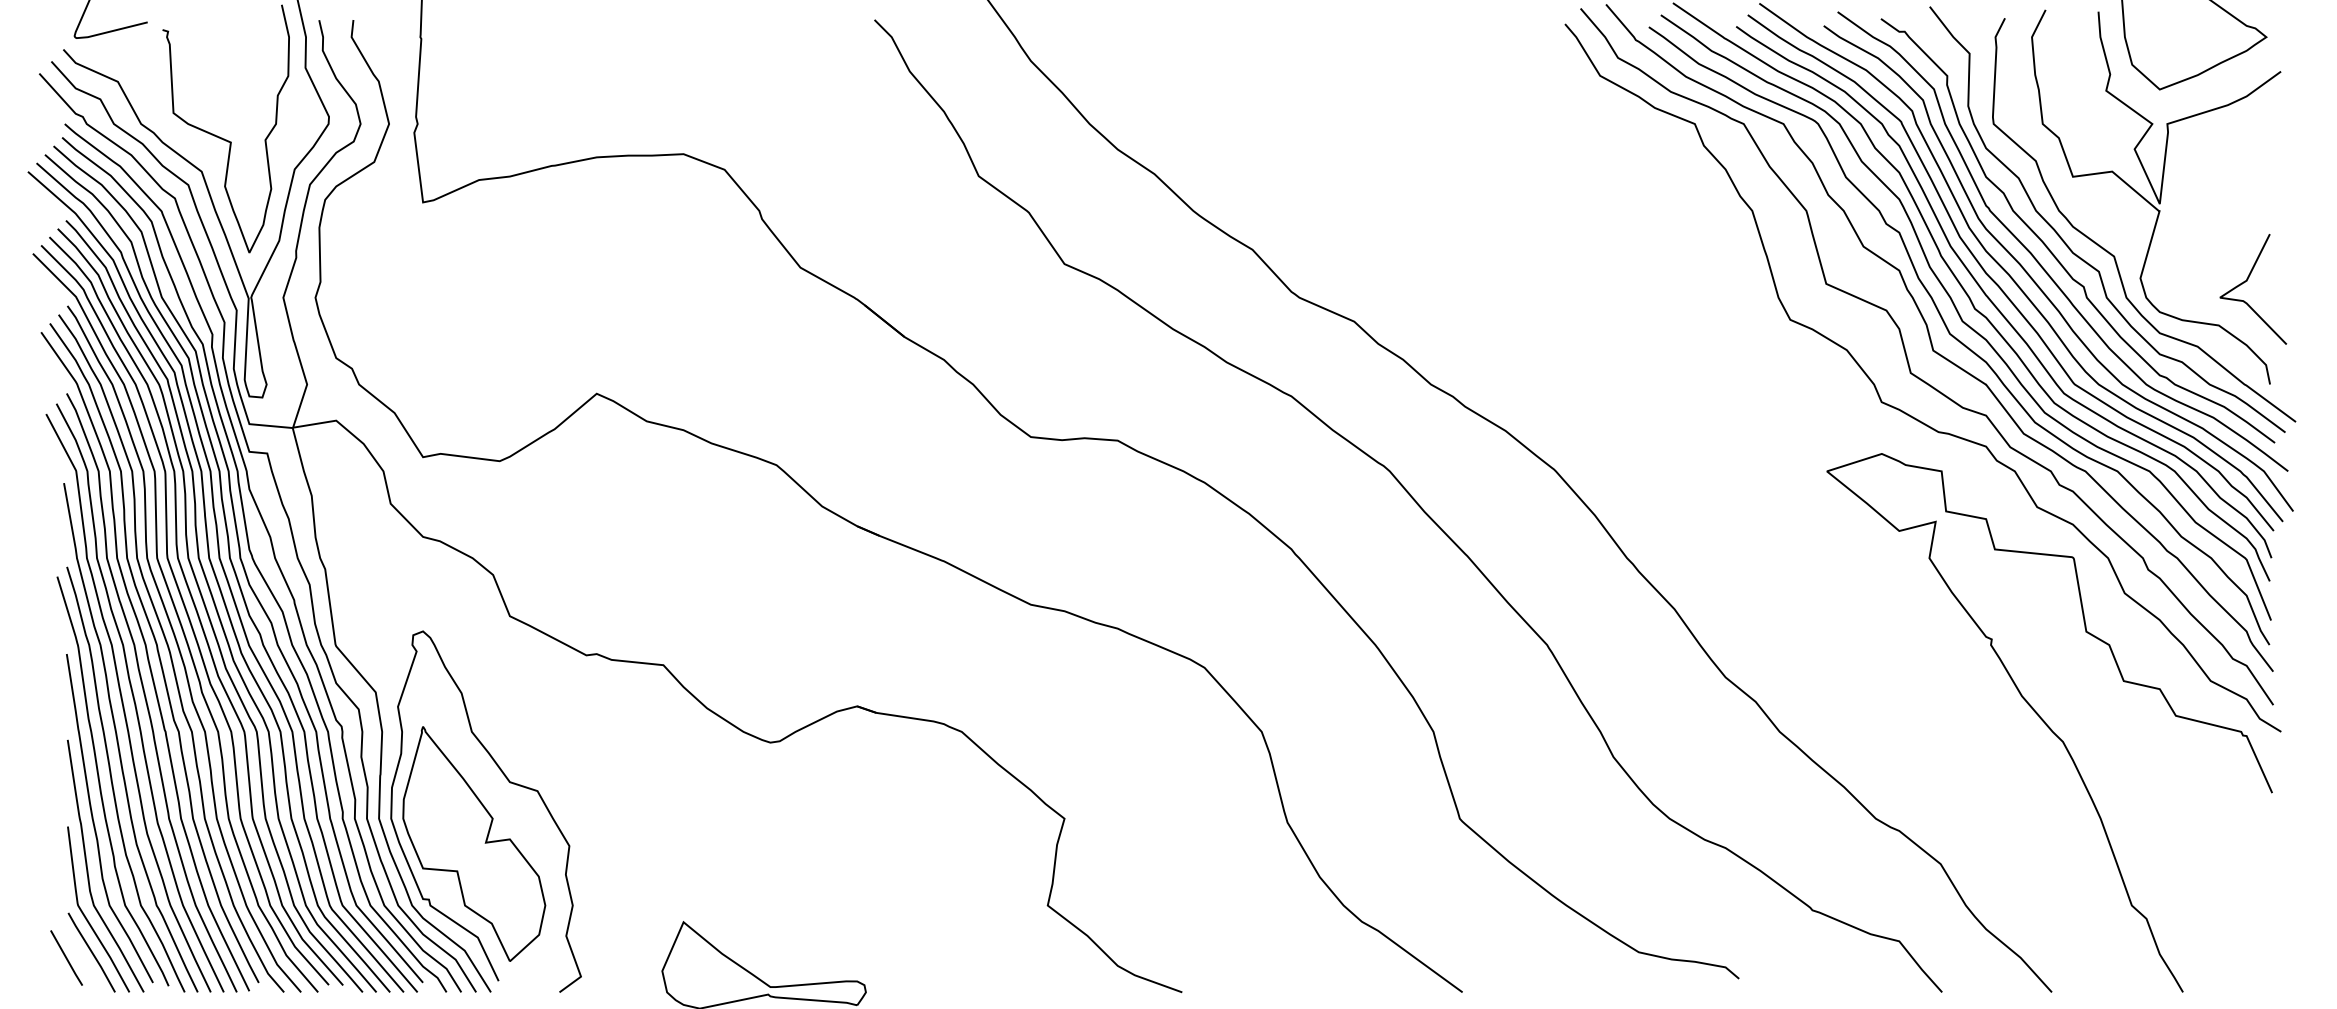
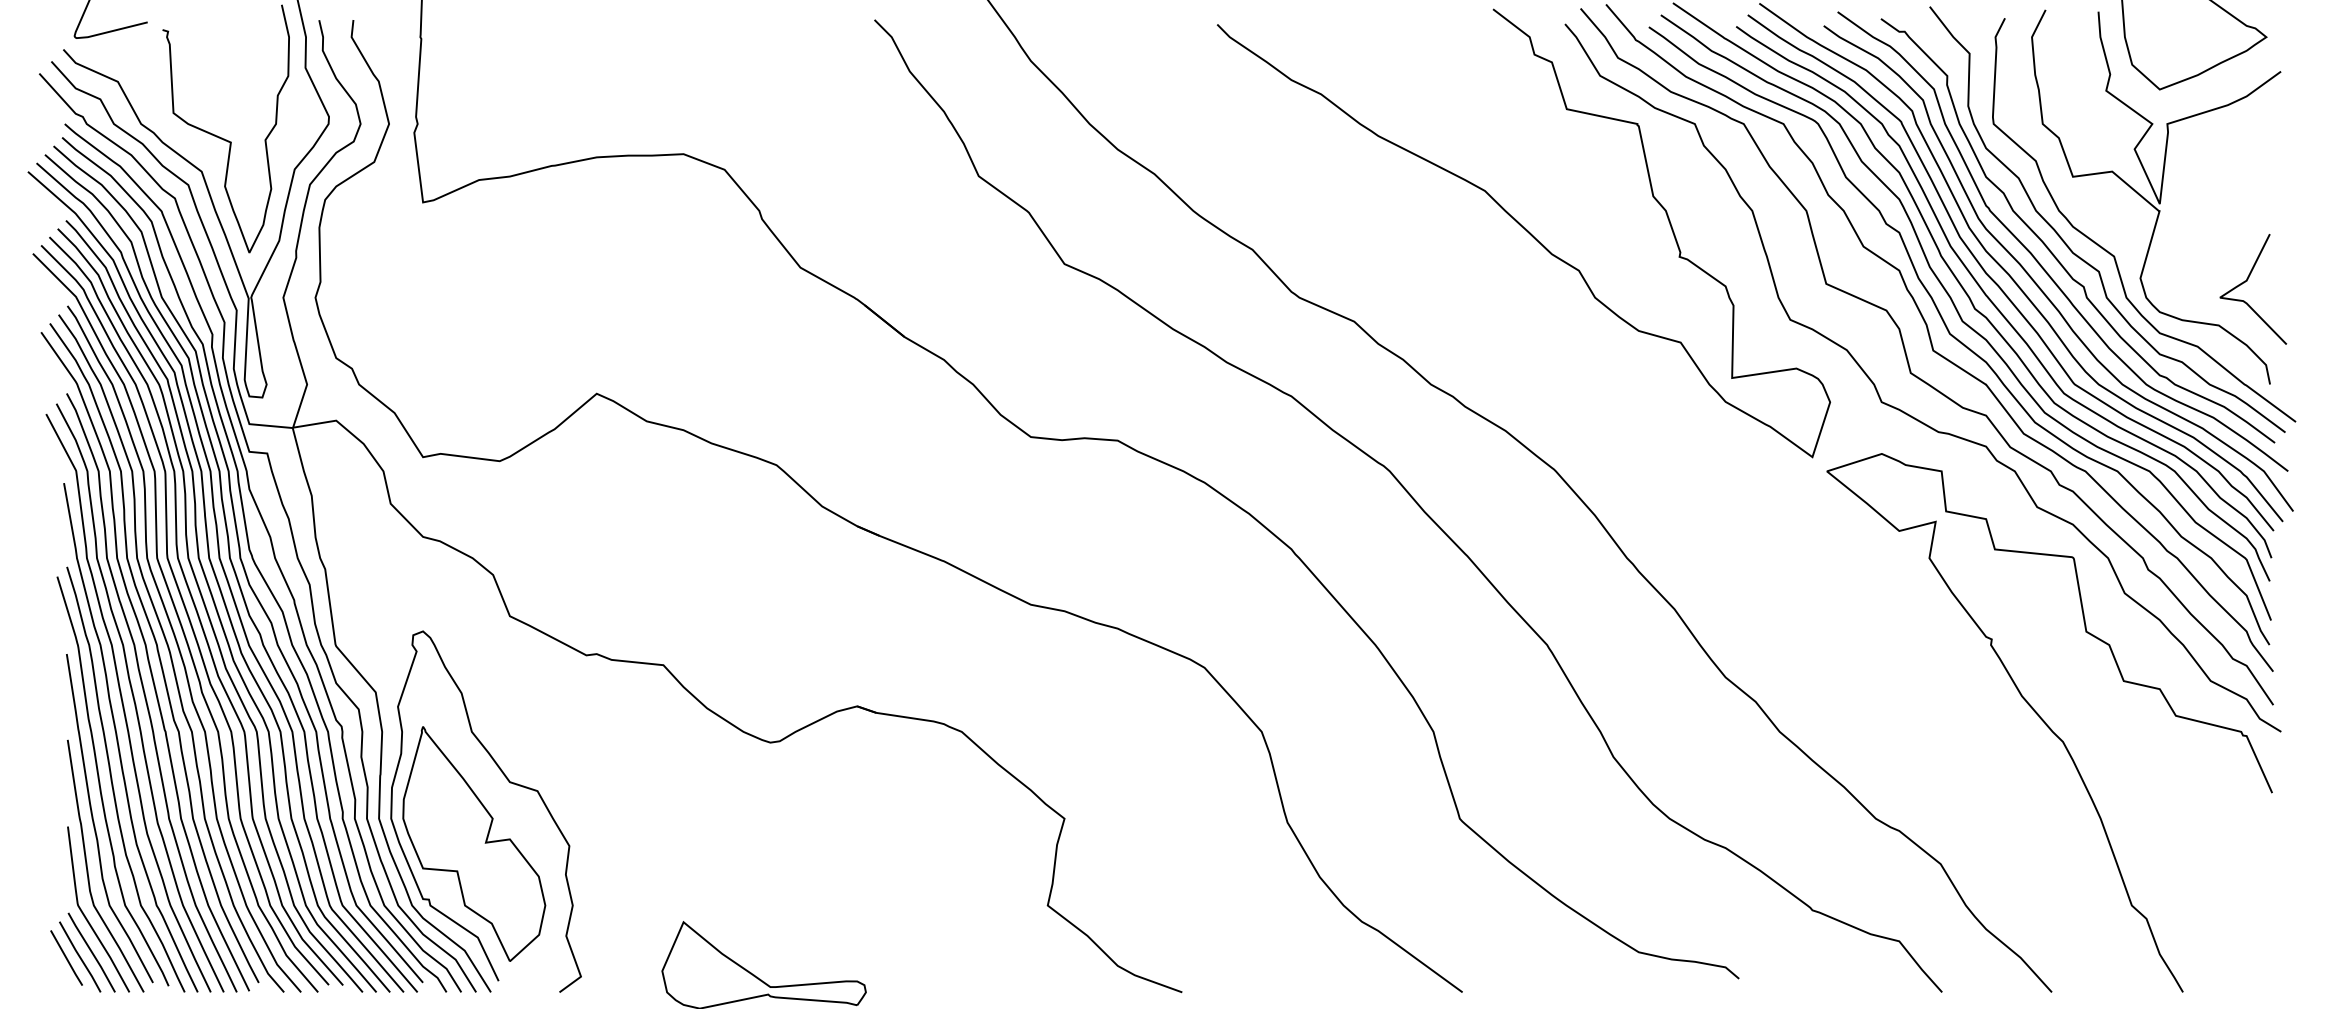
curve at (1525, 230): none -> present
line at (80, 956): none -> present
